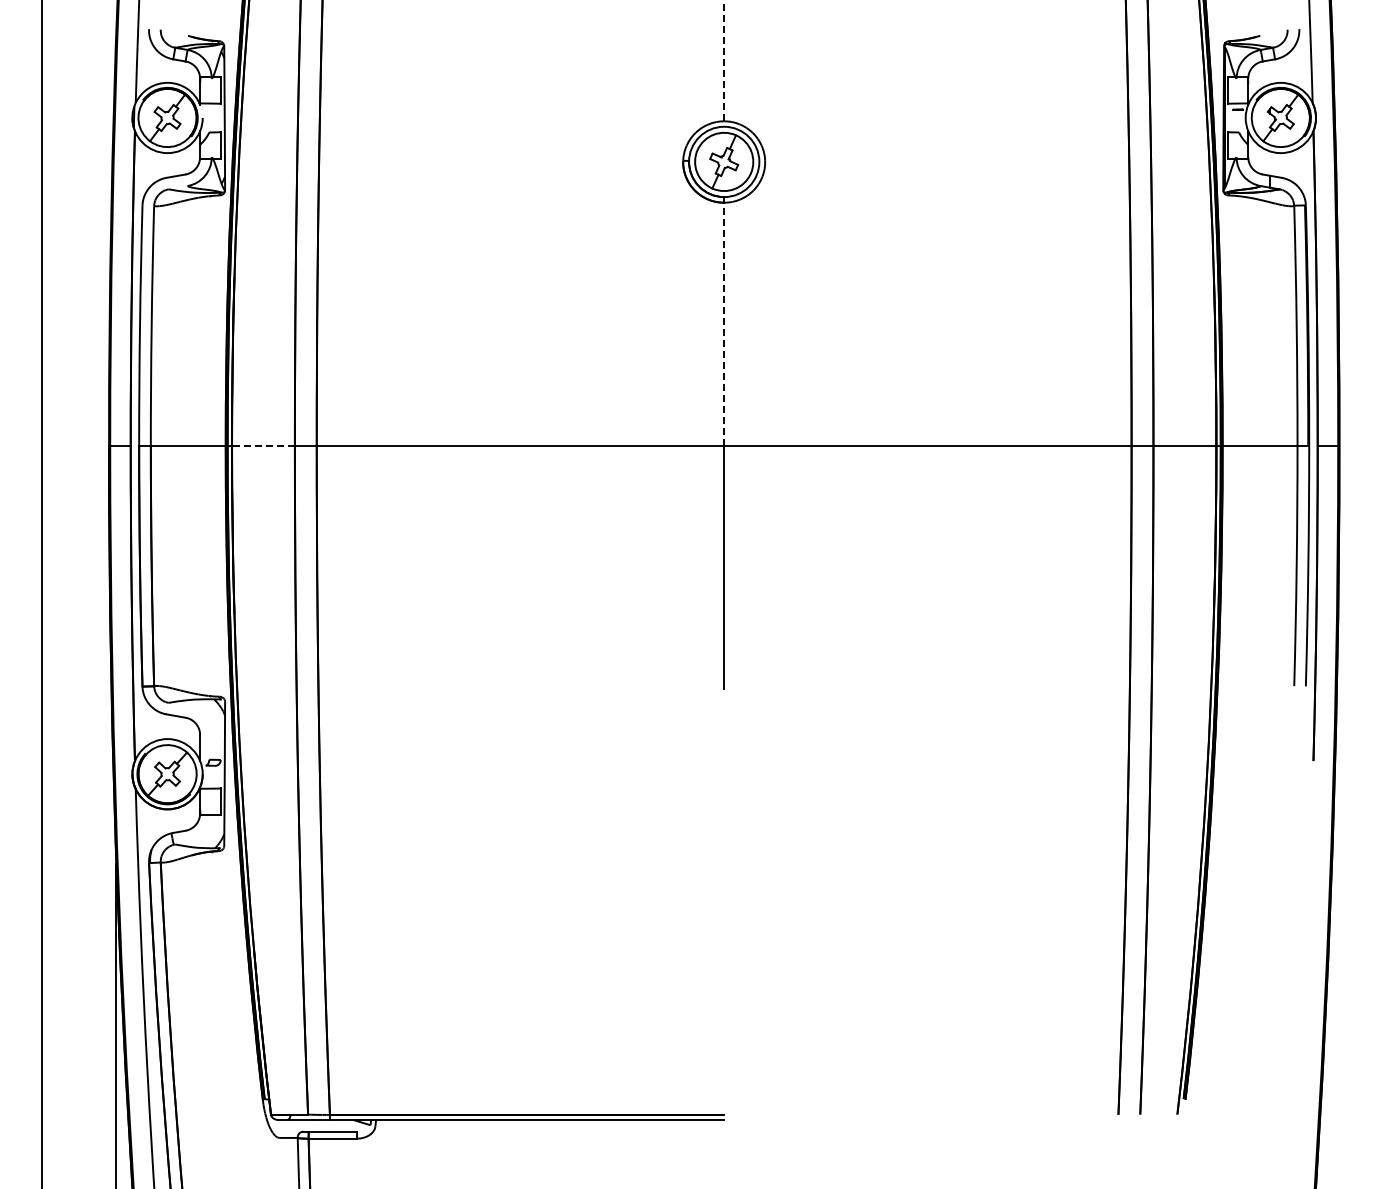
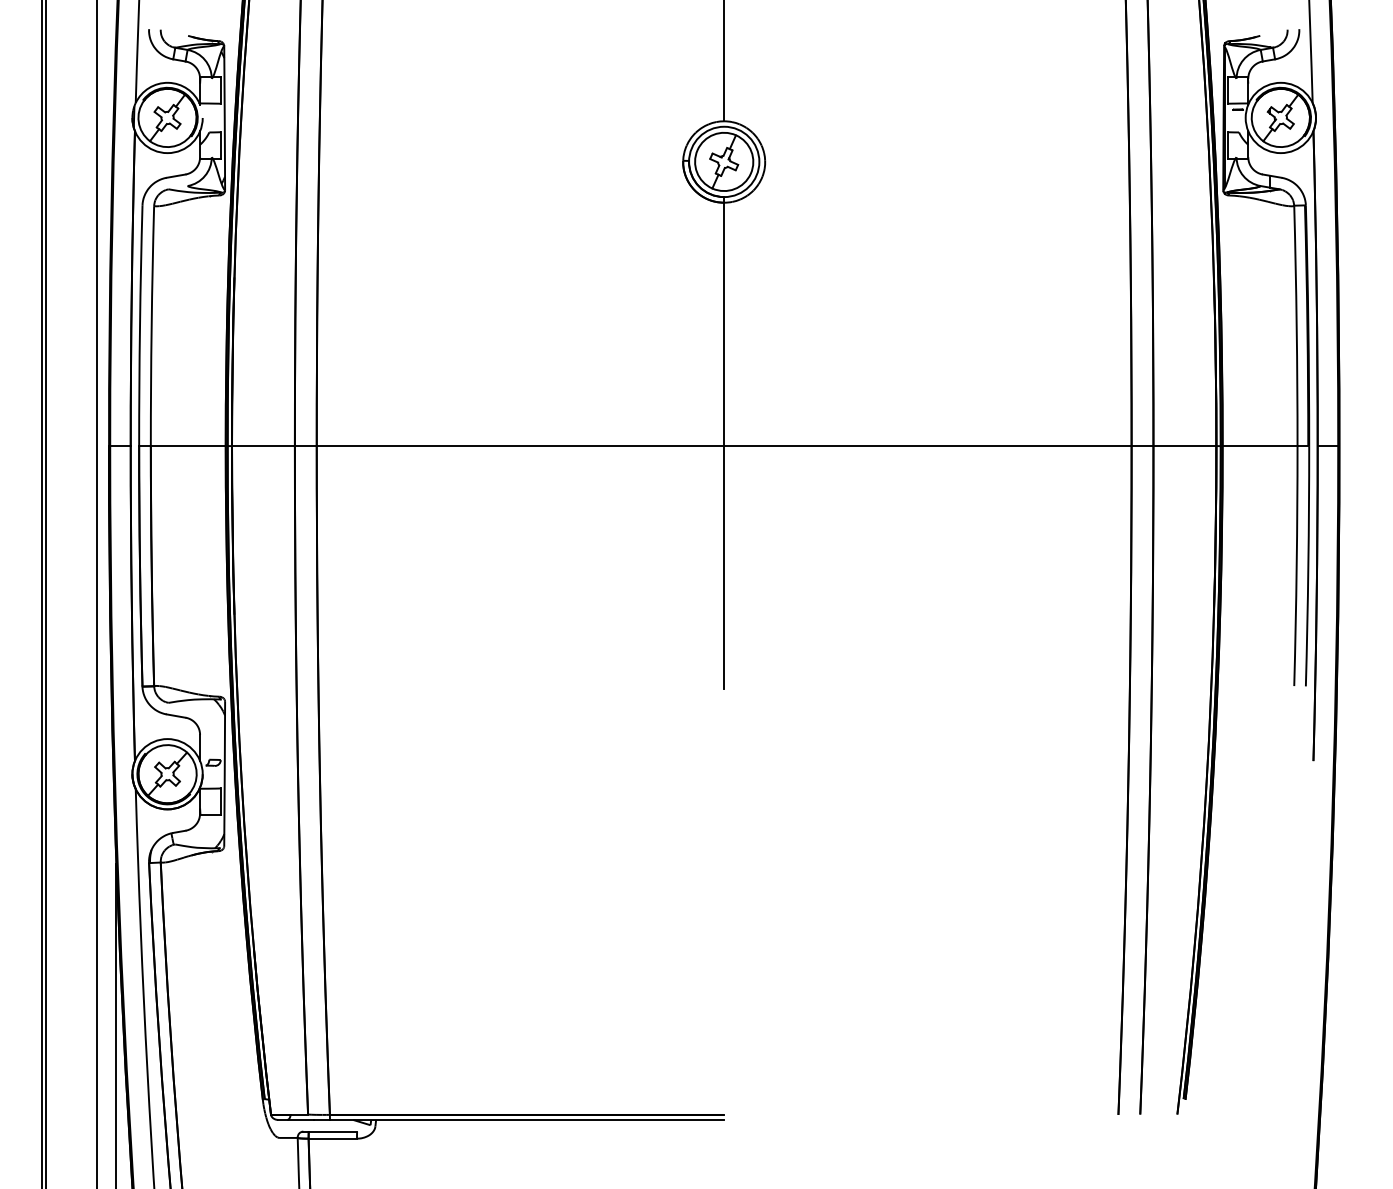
line at (724, 60): dashed -> solid
line at (724, 324): dashed -> solid
line at (262, 446): dashed -> solid
line at (46, 593): none -> present
line at (97, 593): none -> present
